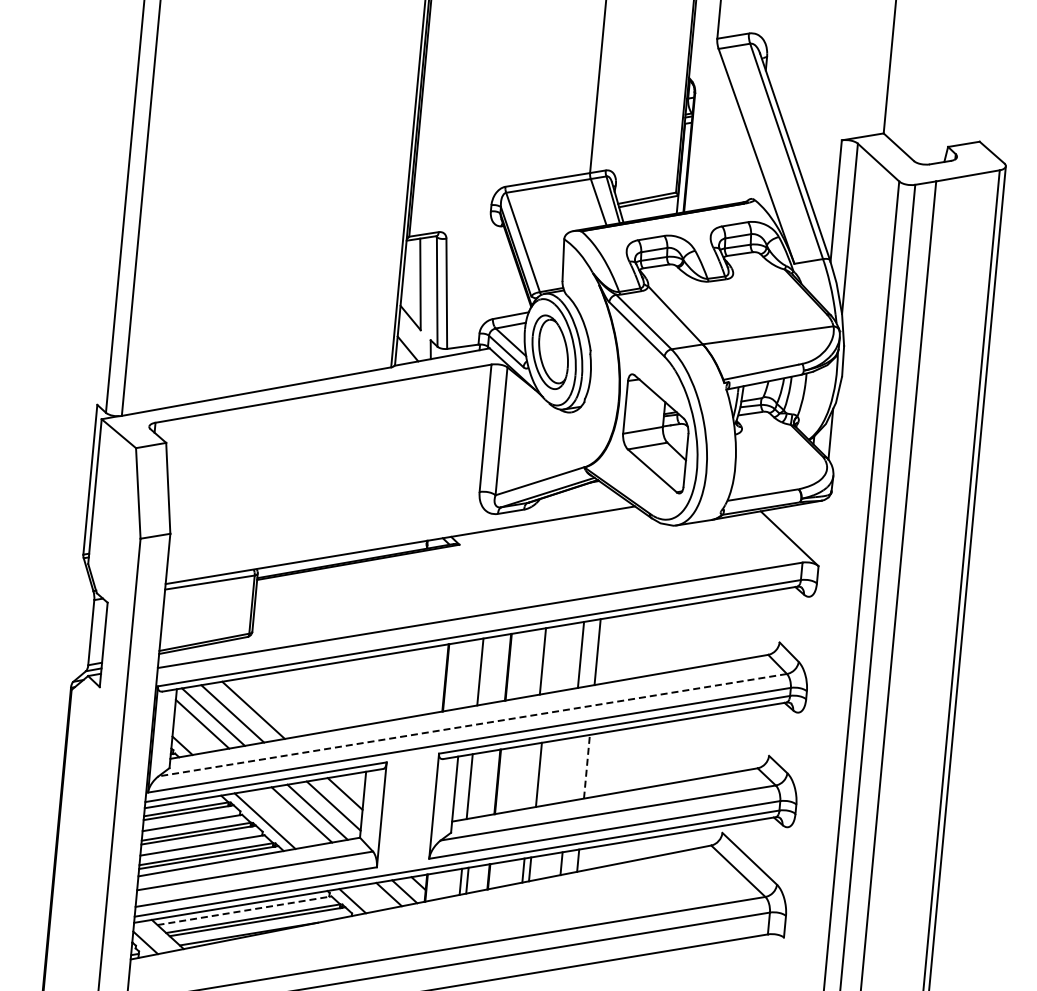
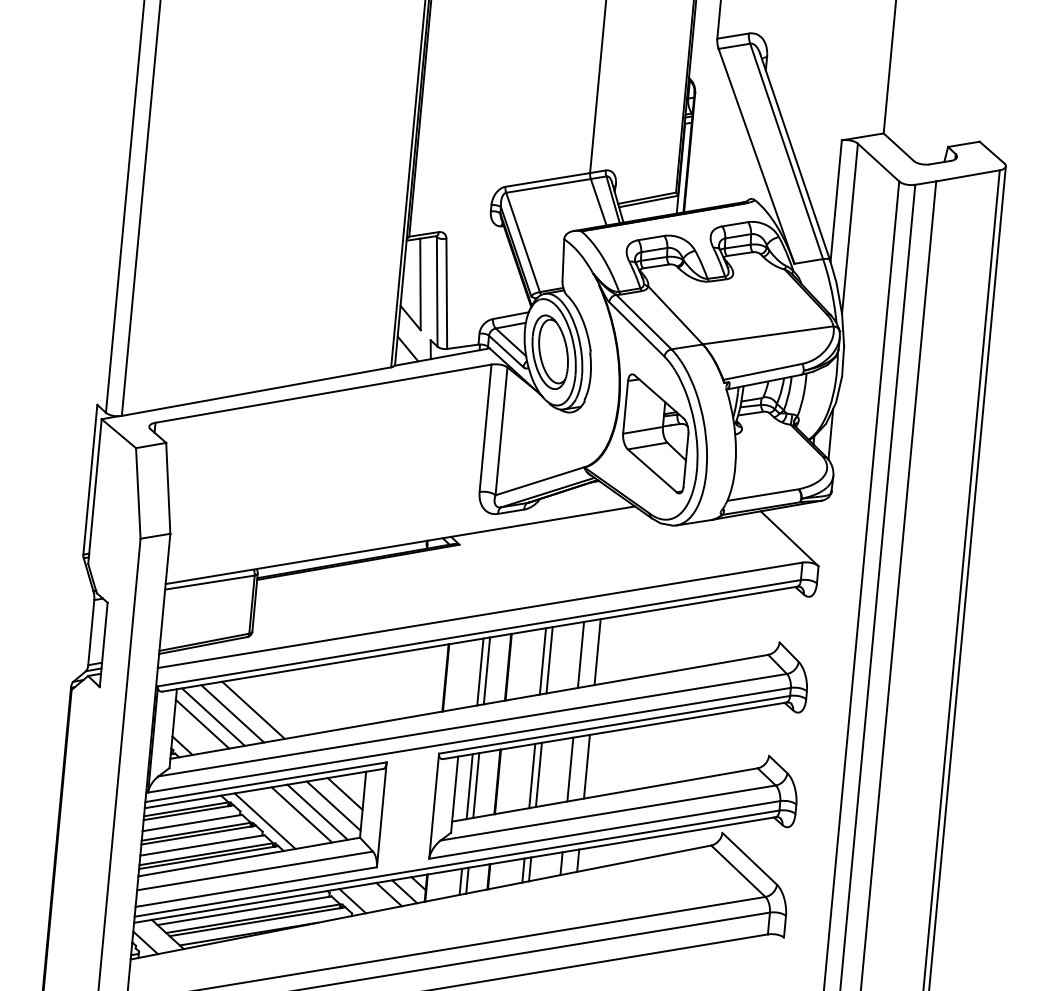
line at (549, 660): none -> present
line at (486, 670): none -> present
line at (472, 725): dashed -> solid
line at (586, 766): dashed -> solid
line at (570, 769): none -> present
line at (532, 775): none -> present
line at (476, 785): none -> present
line at (245, 910): dashed -> solid
